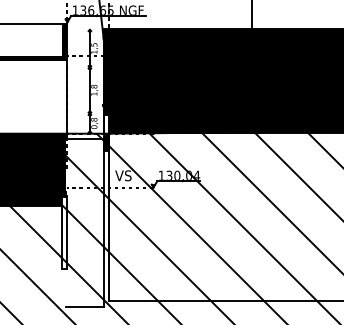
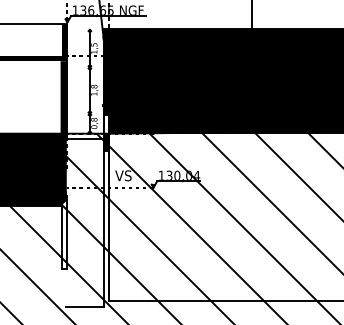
fill at (63, 133): none -> present
